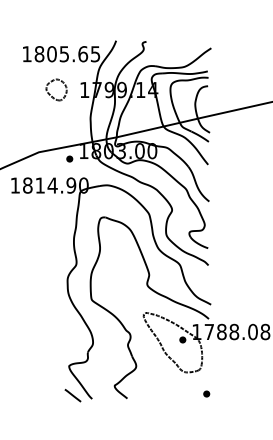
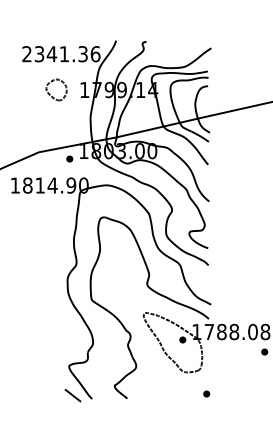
text at (61, 54): 1805.65 -> 2341.36
part at (264, 351): none -> present
